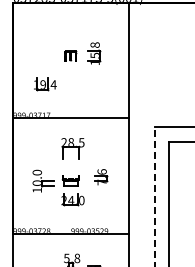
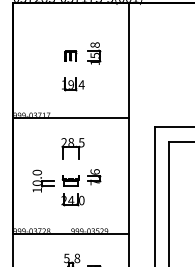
part at (45, 84) position: (45, 84) -> (73, 84)
part at (101, 177) position: (101, 177) -> (94, 177)
line at (154, 196): dashed -> solid
